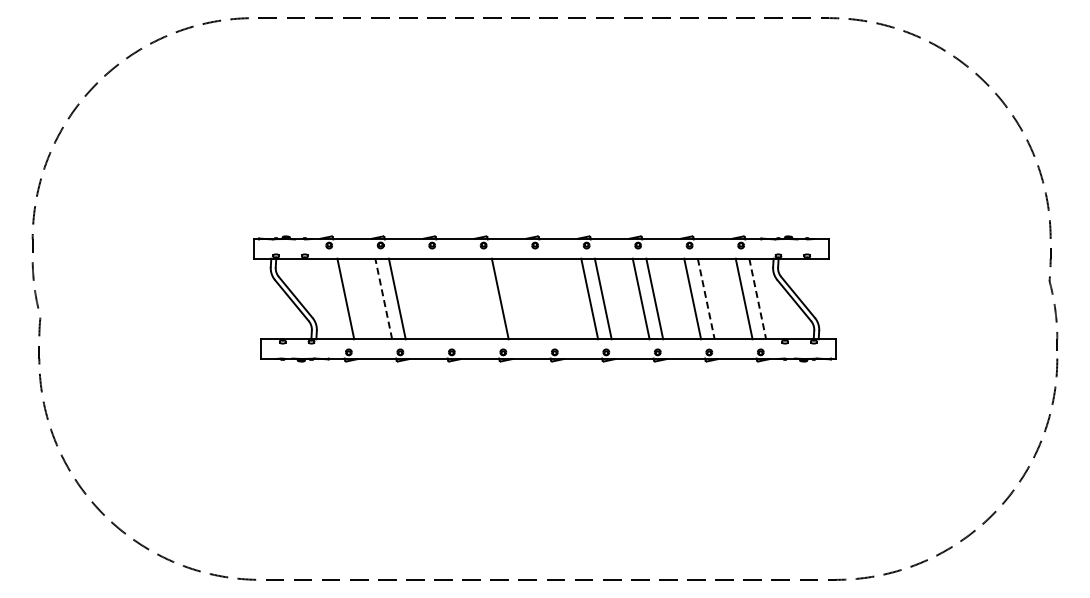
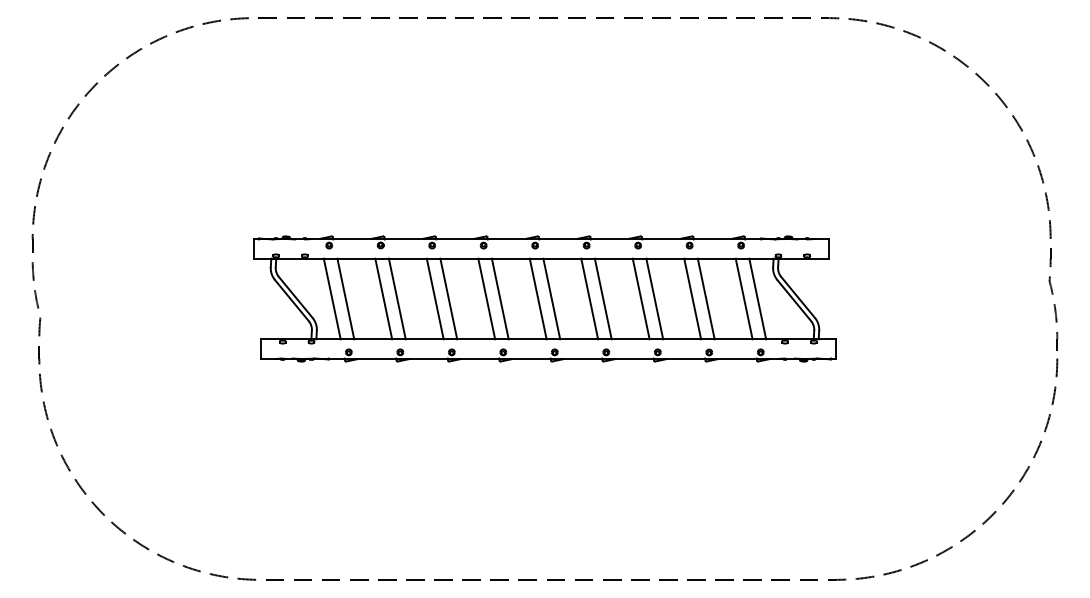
line at (331, 298): none -> present
line at (383, 298): dashed -> solid
line at (434, 298): none -> present
line at (448, 298): none -> present
line at (486, 298): none -> present
line at (537, 298): none -> present
line at (551, 298): none -> present
line at (706, 299): dashed -> solid
line at (757, 299): dashed -> solid
